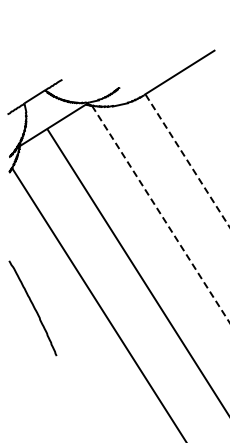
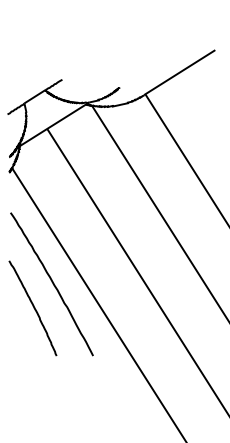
line at (187, 160): dashed -> solid
line at (161, 214): dashed -> solid
curve at (52, 284): none -> present
